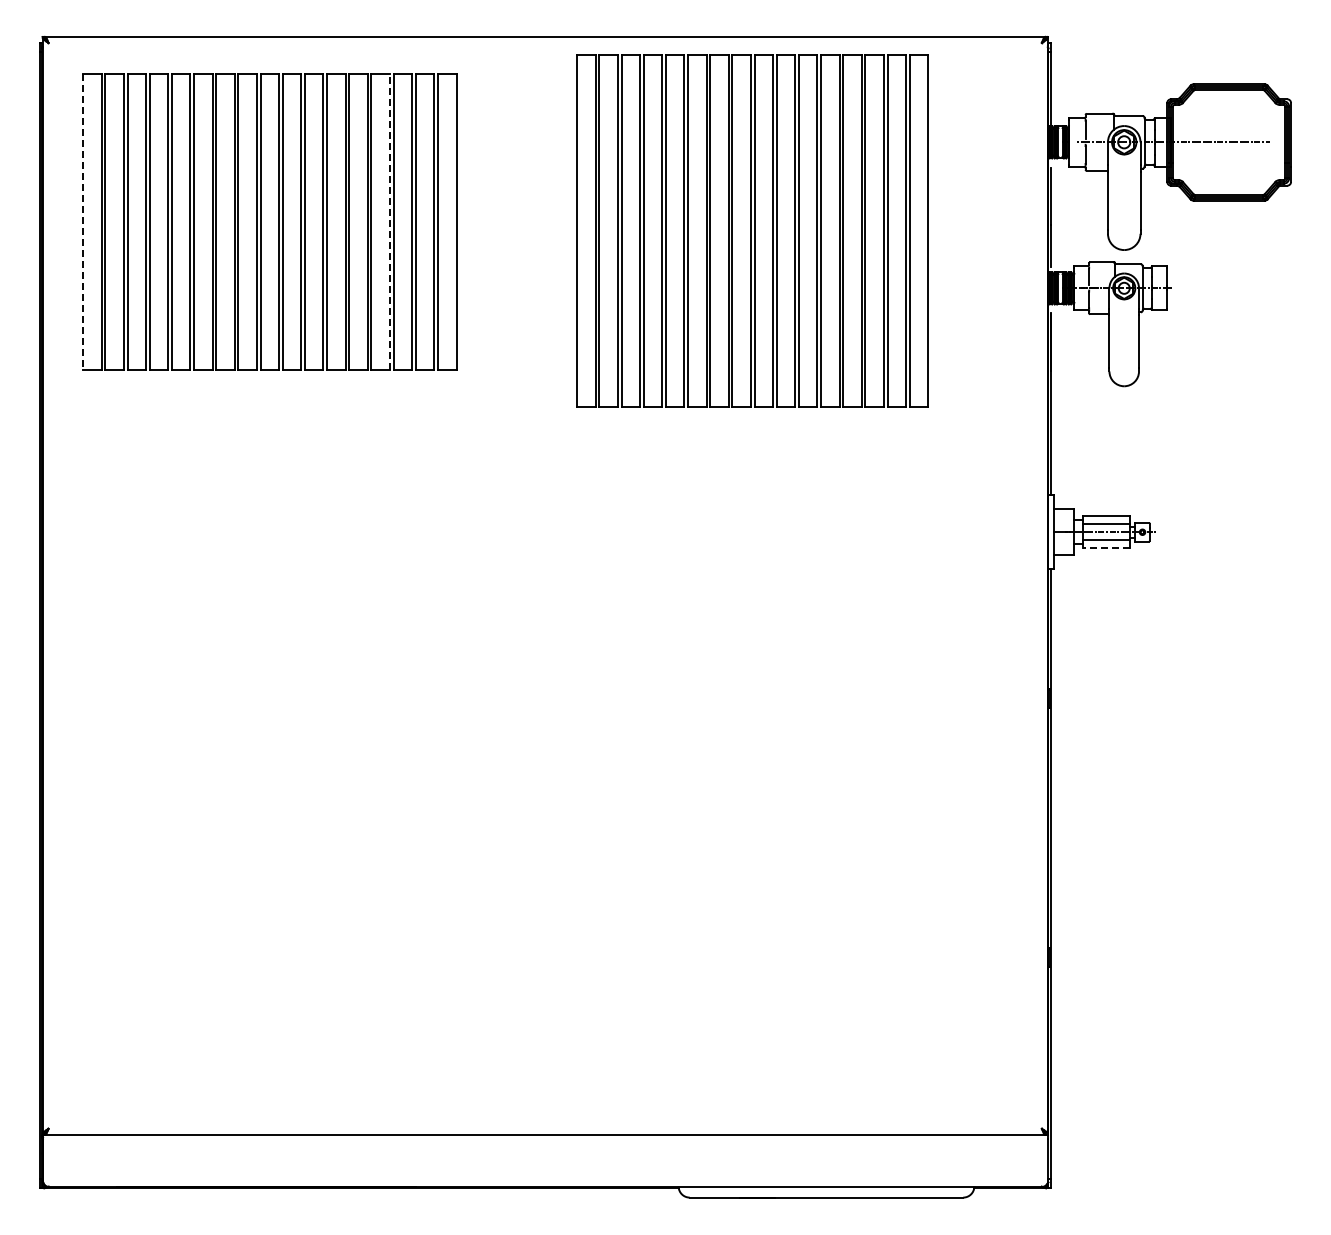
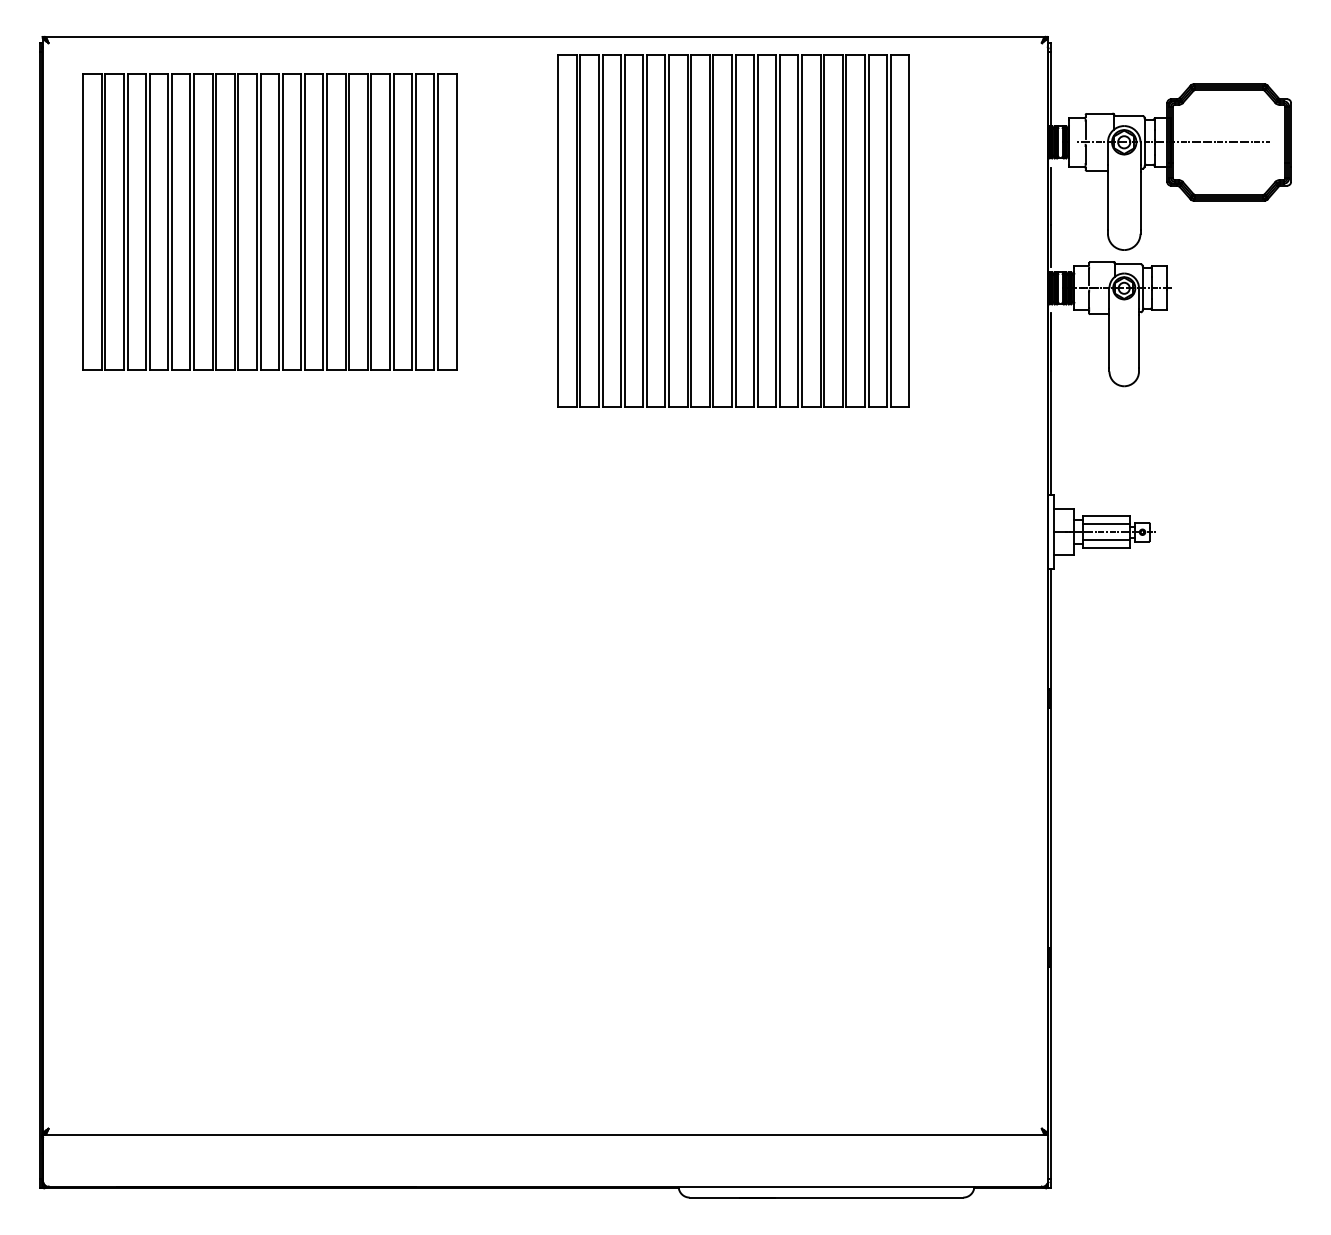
line at (83, 221): dashed -> solid
line at (389, 221): dashed -> solid
part at (752, 230) position: (752, 230) -> (733, 230)
line at (1106, 548): dashed -> solid
